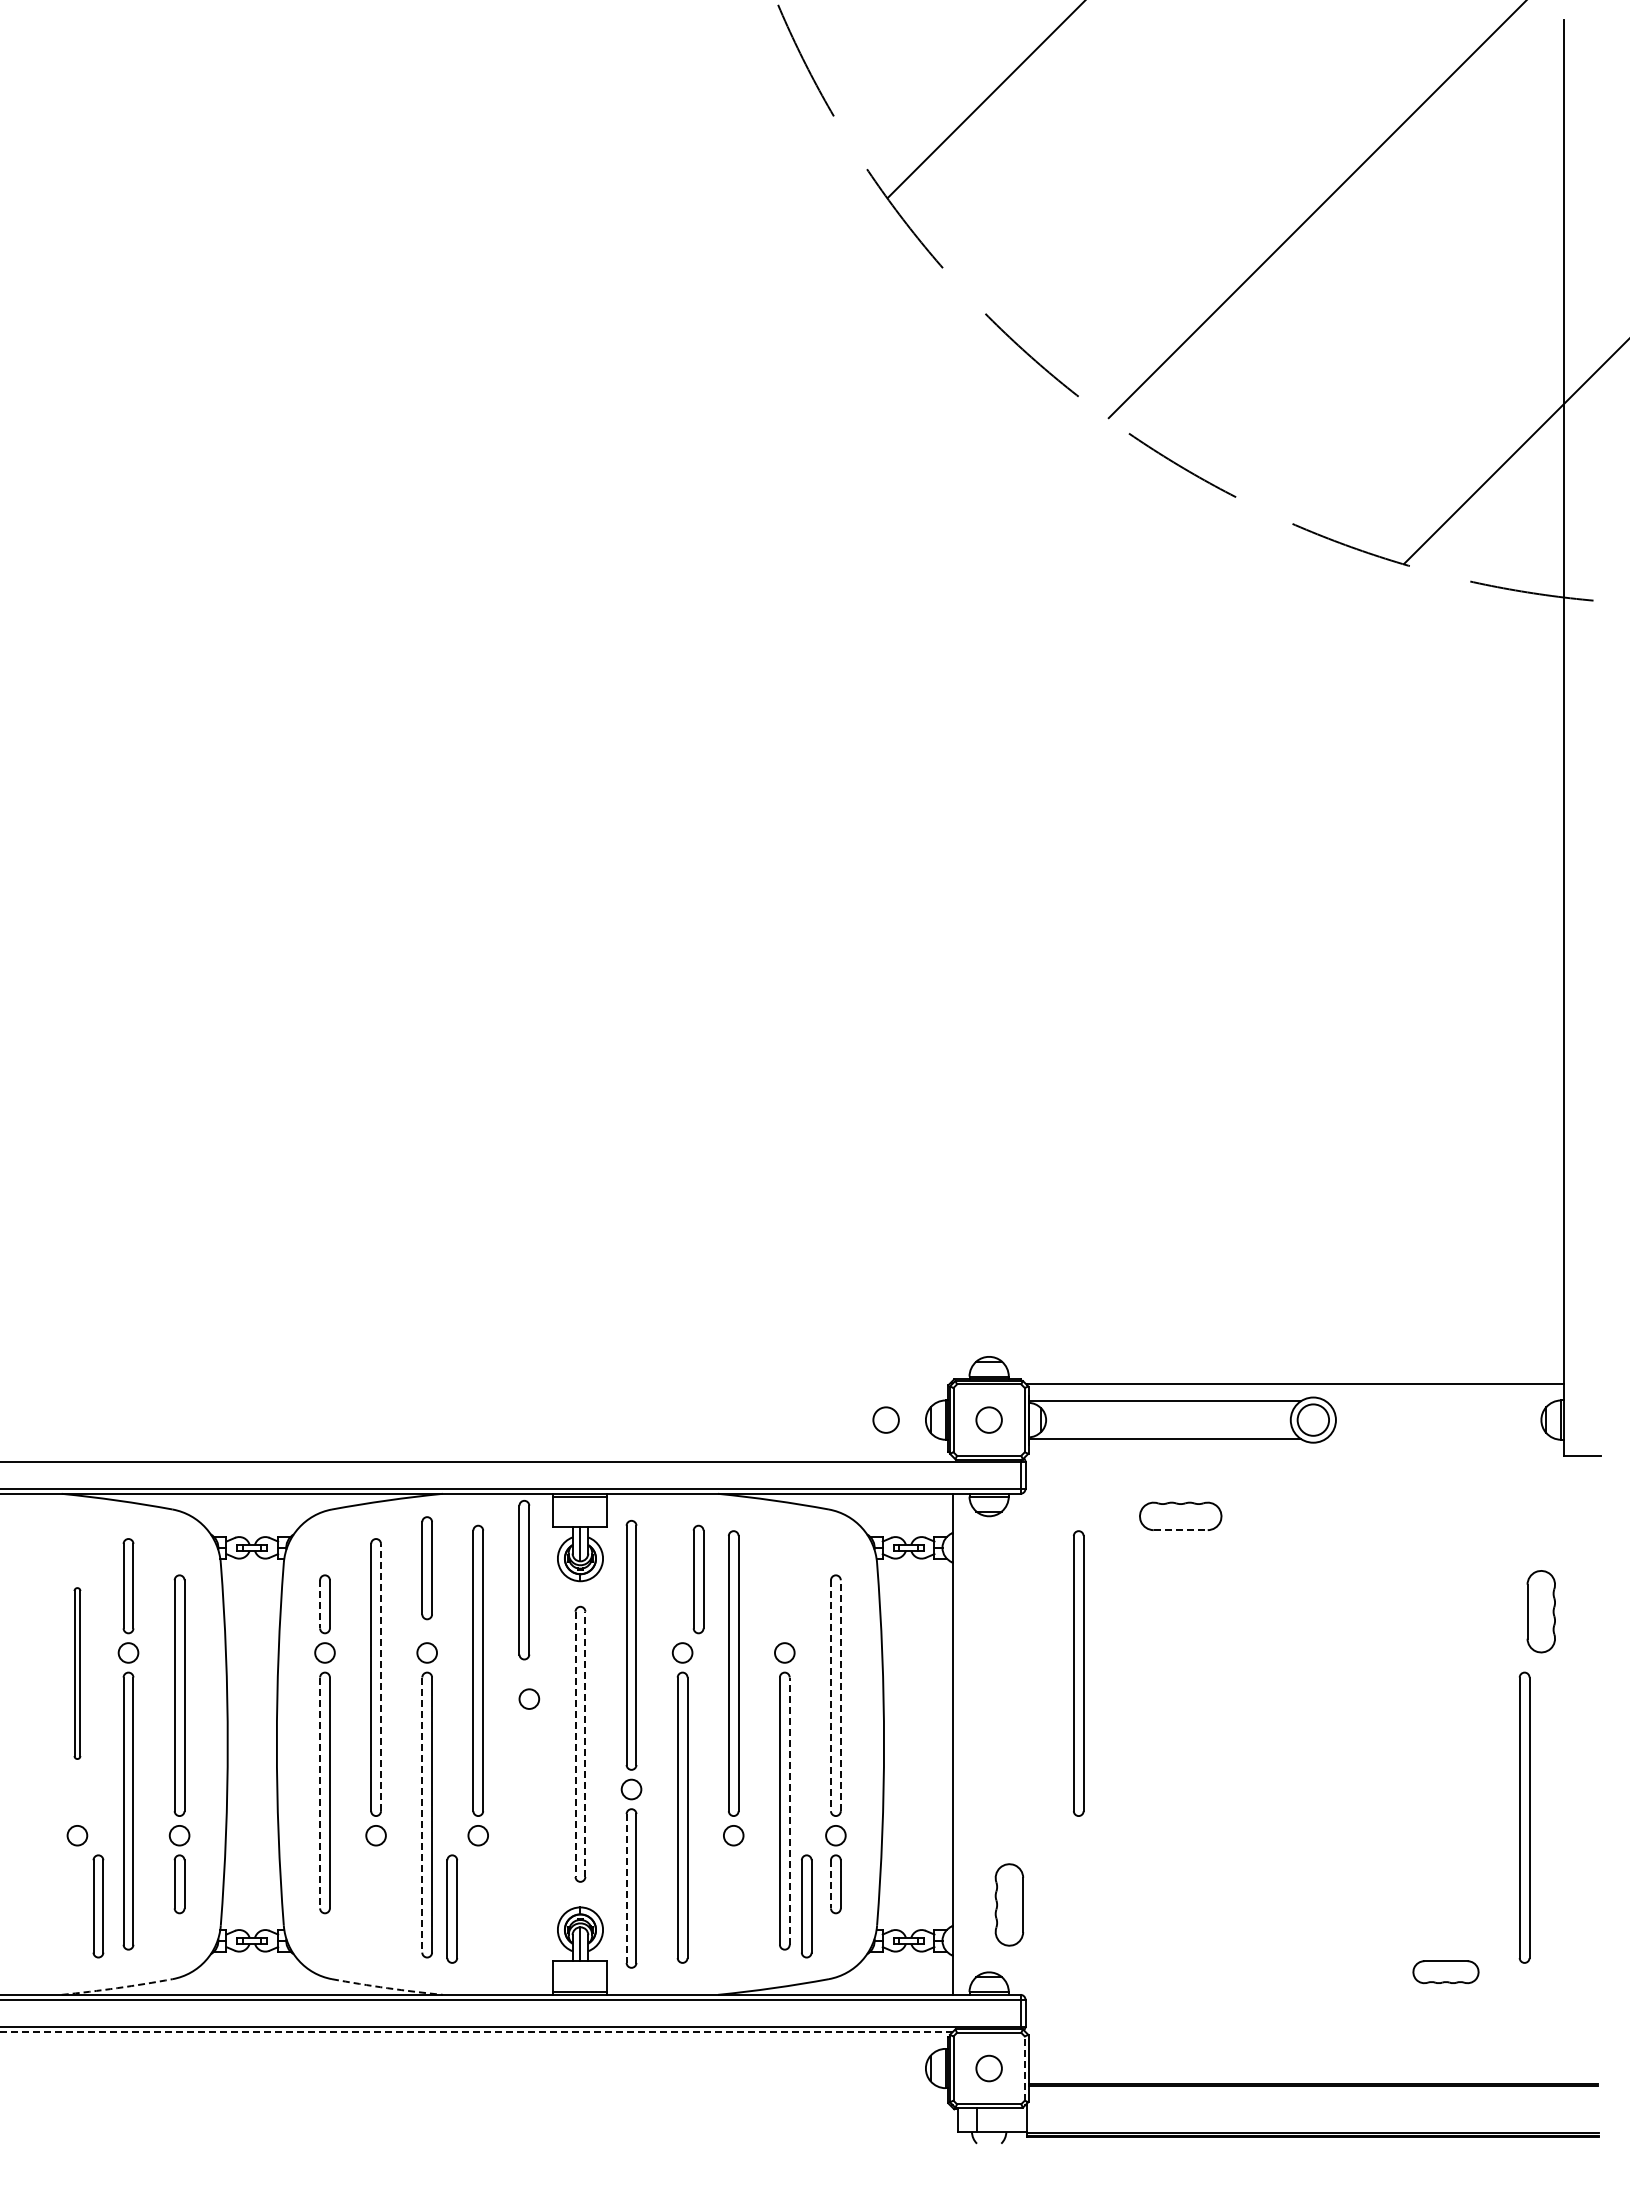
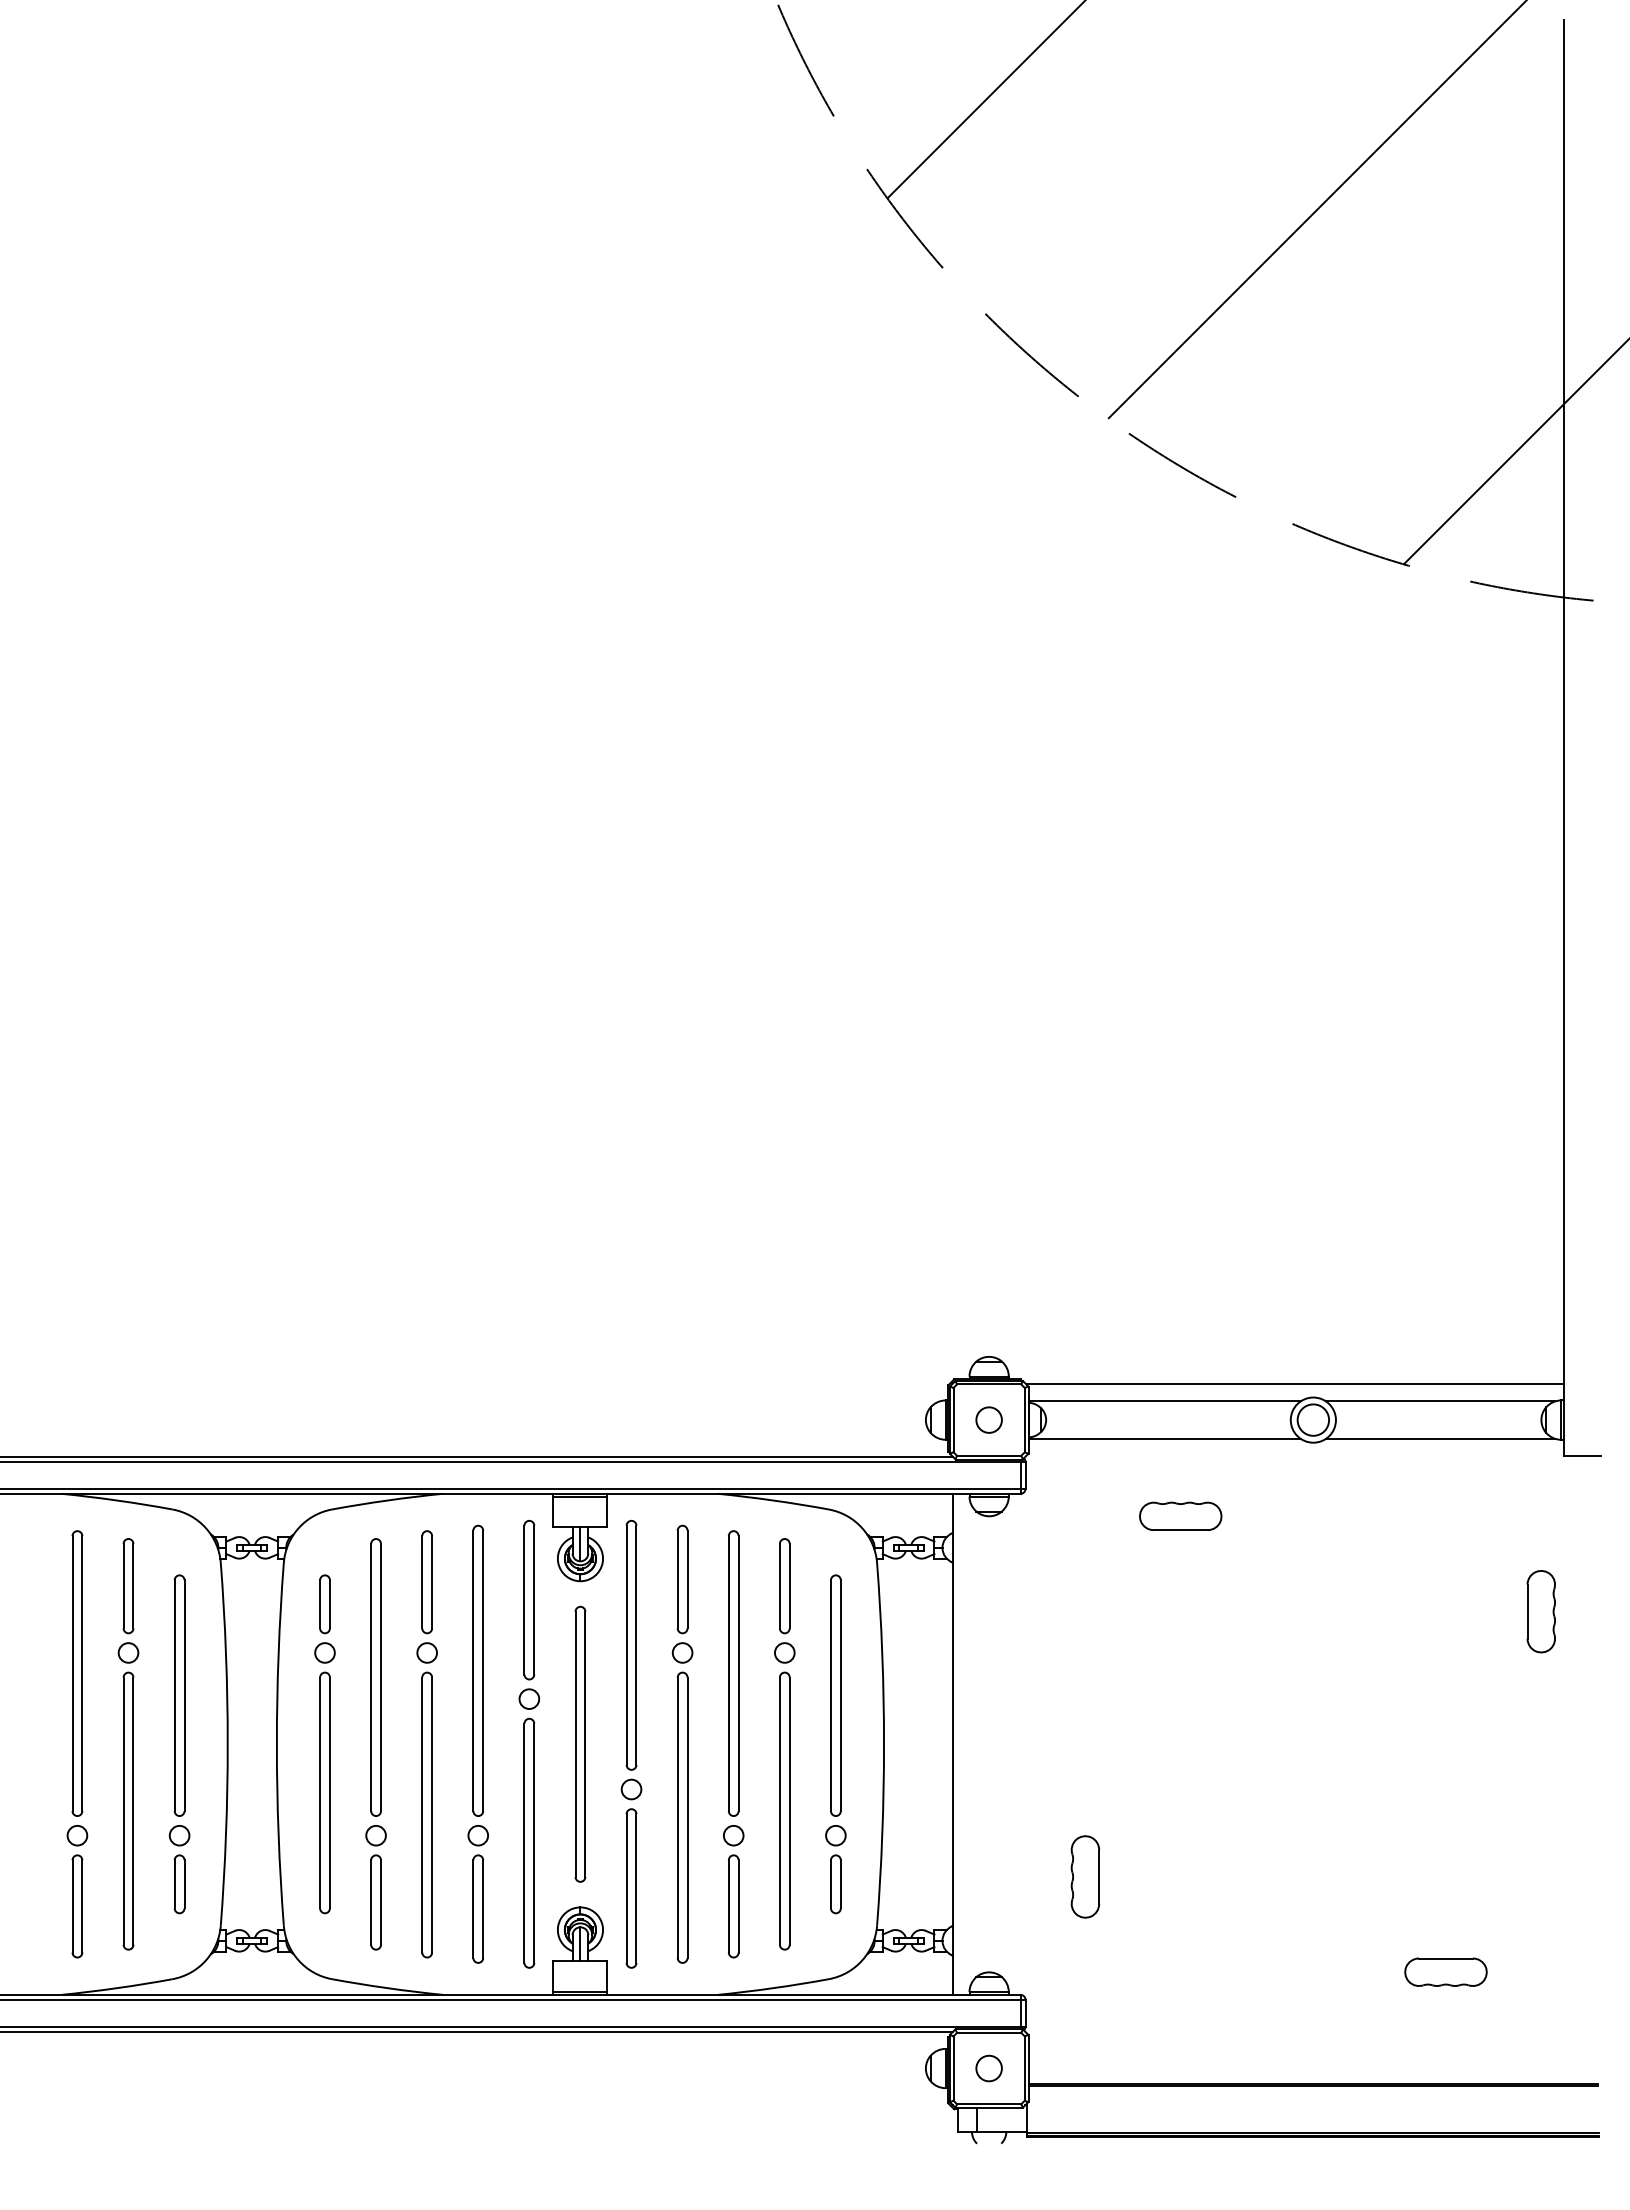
line at (1440, 1401): none -> present
circle at (885, 1419): present -> none
line at (1440, 1438): none -> present
line at (477, 1456): none -> present
line at (1181, 1530): dashed -> solid
part at (426, 1568) position: (426, 1568) -> (426, 1582)
part at (698, 1579) position: (698, 1579) -> (682, 1579)
part at (524, 1580) position: (524, 1580) -> (529, 1600)
part at (784, 1586): none -> present
line at (320, 1604): dashed -> solid
part at (77, 1673) size: 9x173 px -> 13x287 px
part at (1078, 1673): present -> none
line at (381, 1677): dashed -> solid
line at (840, 1695): dashed -> solid
line at (830, 1696): dashed -> solid
line at (575, 1744): dashed -> solid
line at (585, 1744): dashed -> solid
line at (320, 1793): dashed -> solid
line at (789, 1811): dashed -> solid
line at (422, 1815): dashed -> solid
part at (1524, 1817): present -> none
part at (529, 1842): none -> present
line at (830, 1884): dashed -> solid
line at (626, 1889): dashed -> solid
part at (375, 1902): none -> present
part at (1009, 1904) position: (1009, 1904) -> (1085, 1876)
part at (98, 1906) position: (98, 1906) -> (77, 1906)
part at (806, 1906) position: (806, 1906) -> (733, 1906)
part at (451, 1908) position: (451, 1908) -> (477, 1908)
part at (1445, 1972) size: 68x25 px -> 84x30 px
arc at (117, 1988): dashed -> solid
arc at (387, 1988): dashed -> solid
line at (476, 2031): dashed -> solid
line at (1024, 2068): dashed -> solid
